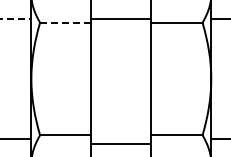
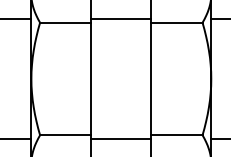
line at (16, 19): dashed -> solid
line at (65, 22): dashed -> solid
line at (121, 143) position: (121, 143) -> (121, 138)
